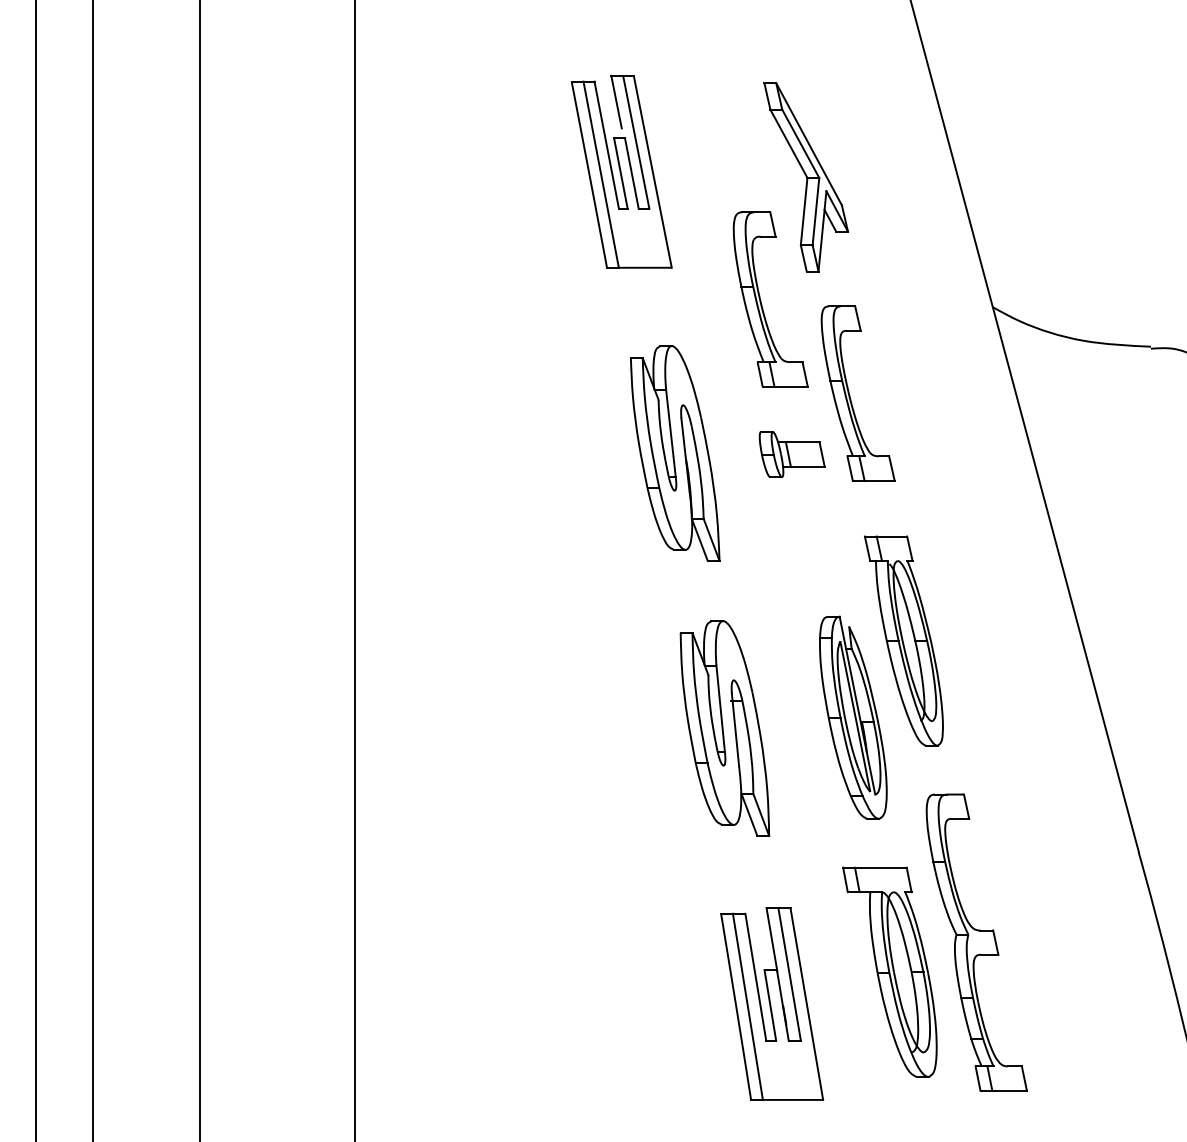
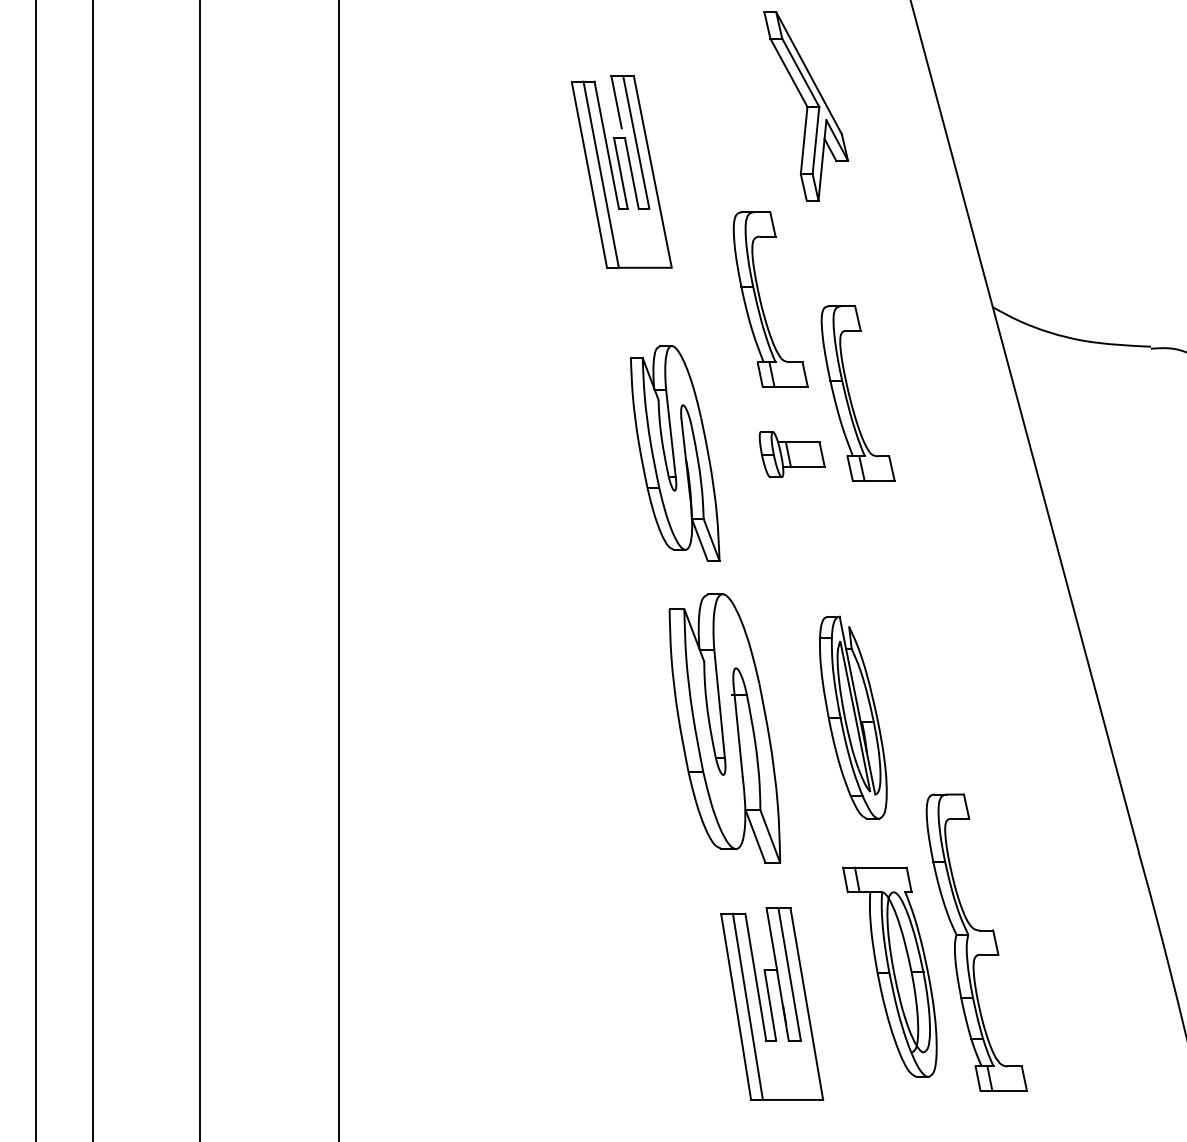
part at (805, 177) position: (805, 177) -> (805, 106)
line at (355, 570) position: (355, 570) -> (339, 570)
part at (903, 640): present -> none
part at (724, 728) size: 92x217 px -> 114x271 px
